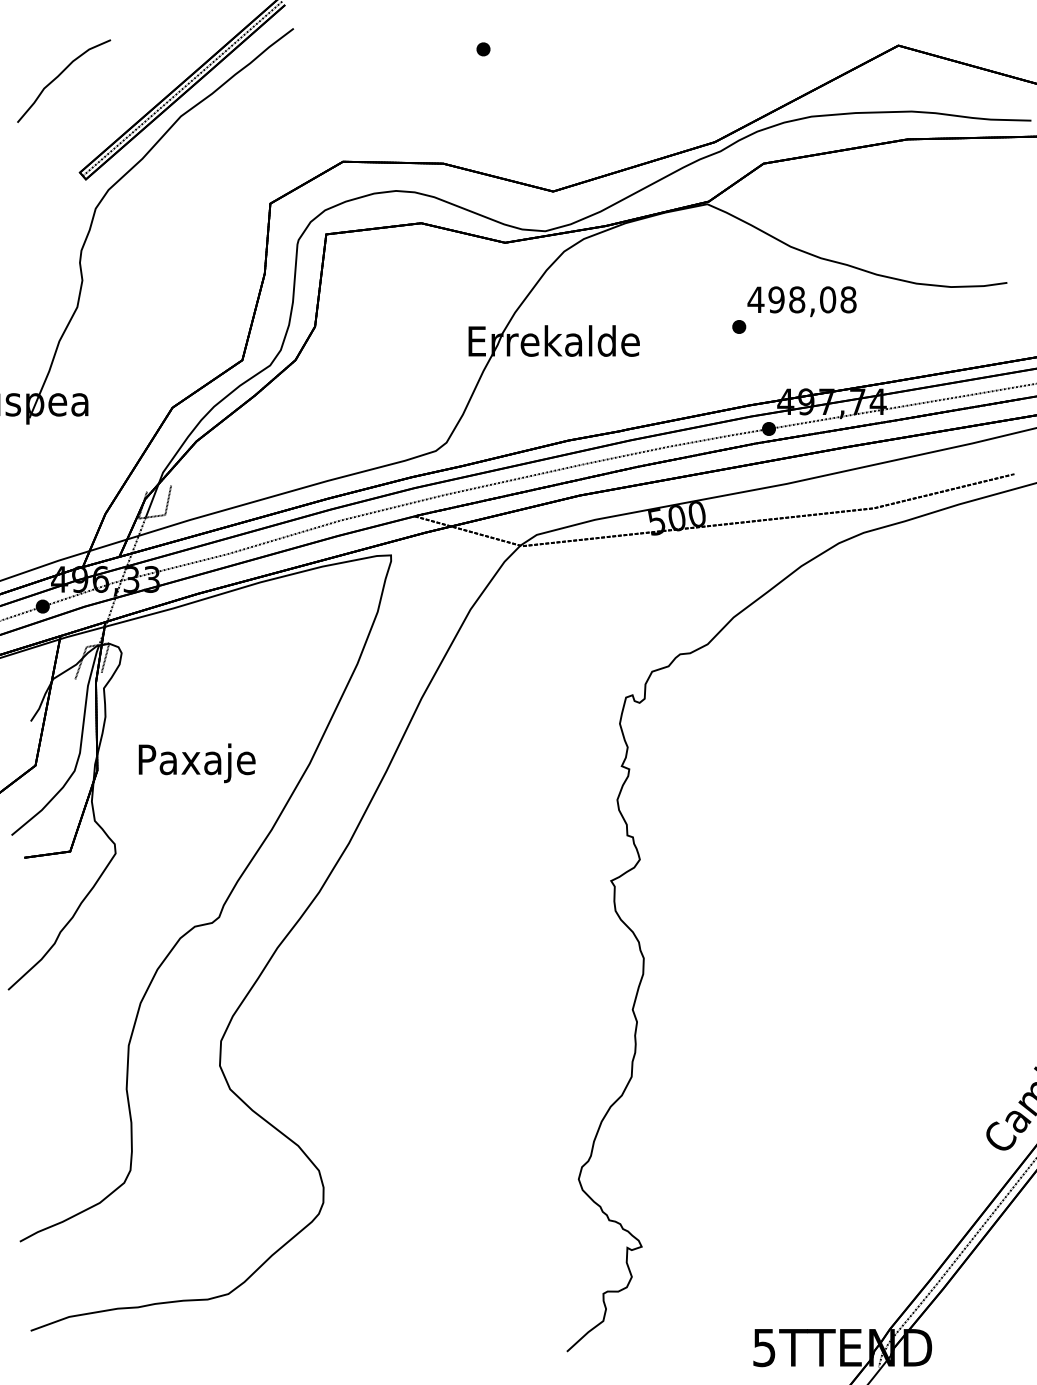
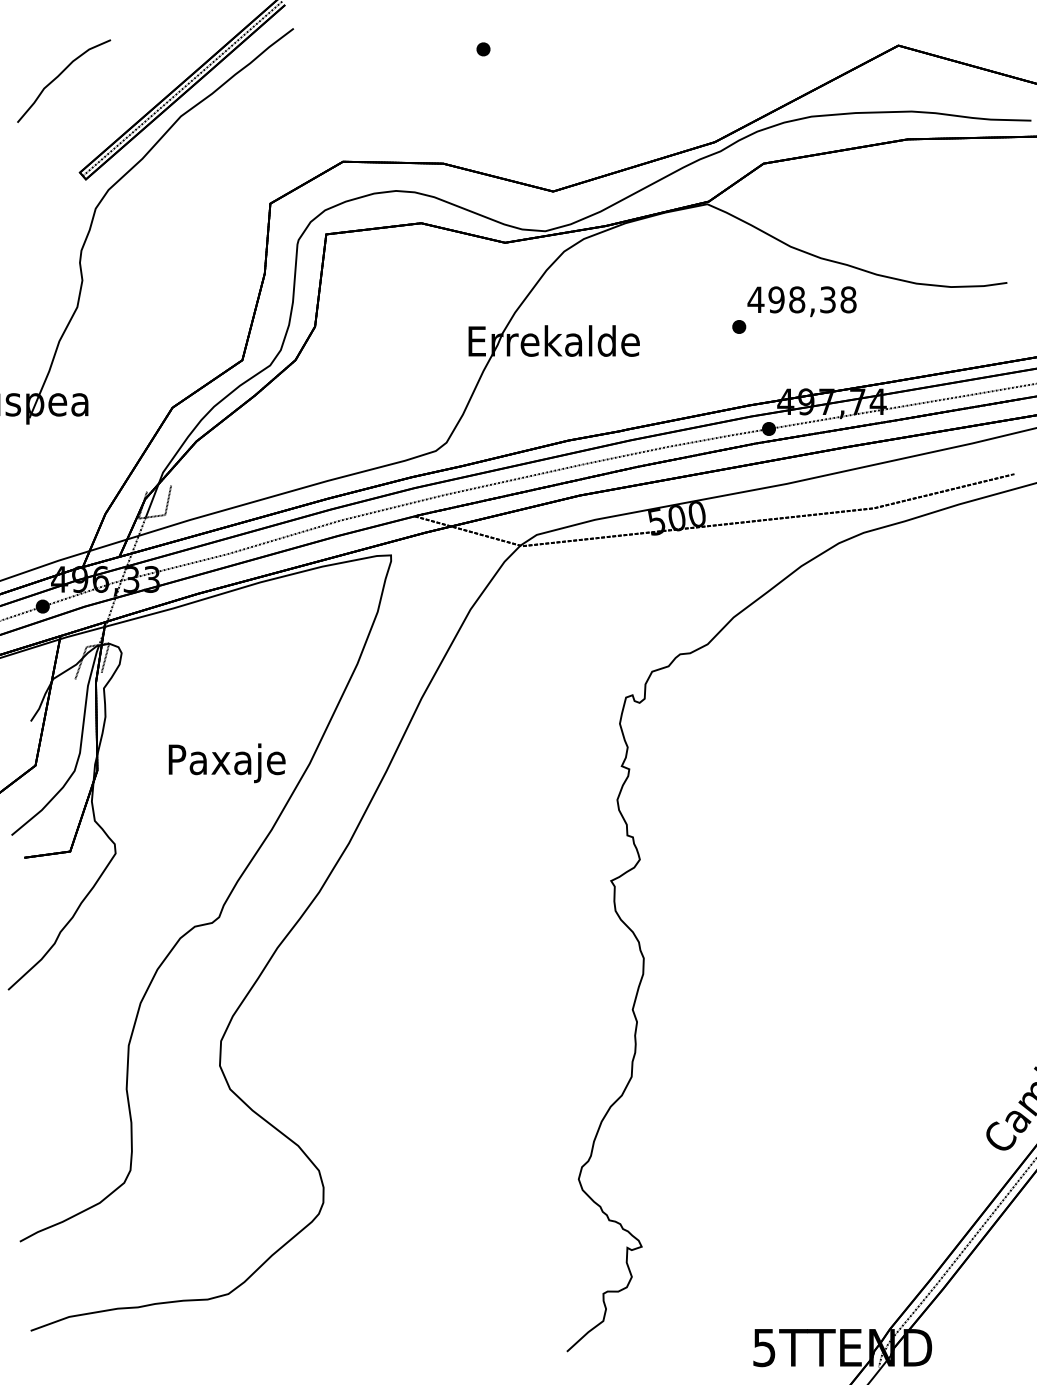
text at (828, 299): 498,08 -> 498,38
text at (196, 763) position: (196, 763) -> (226, 763)
